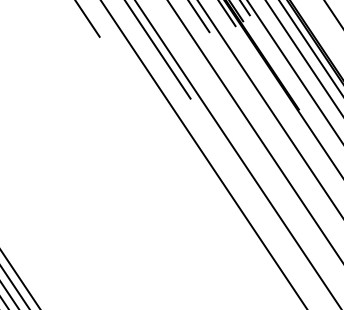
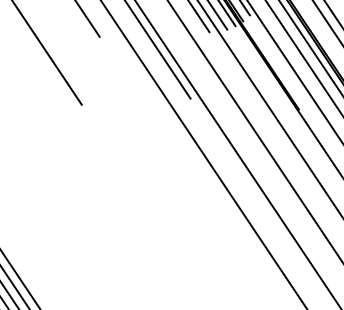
line at (217, 16): none -> present
line at (327, 22): none -> present
line at (47, 53): none -> present
